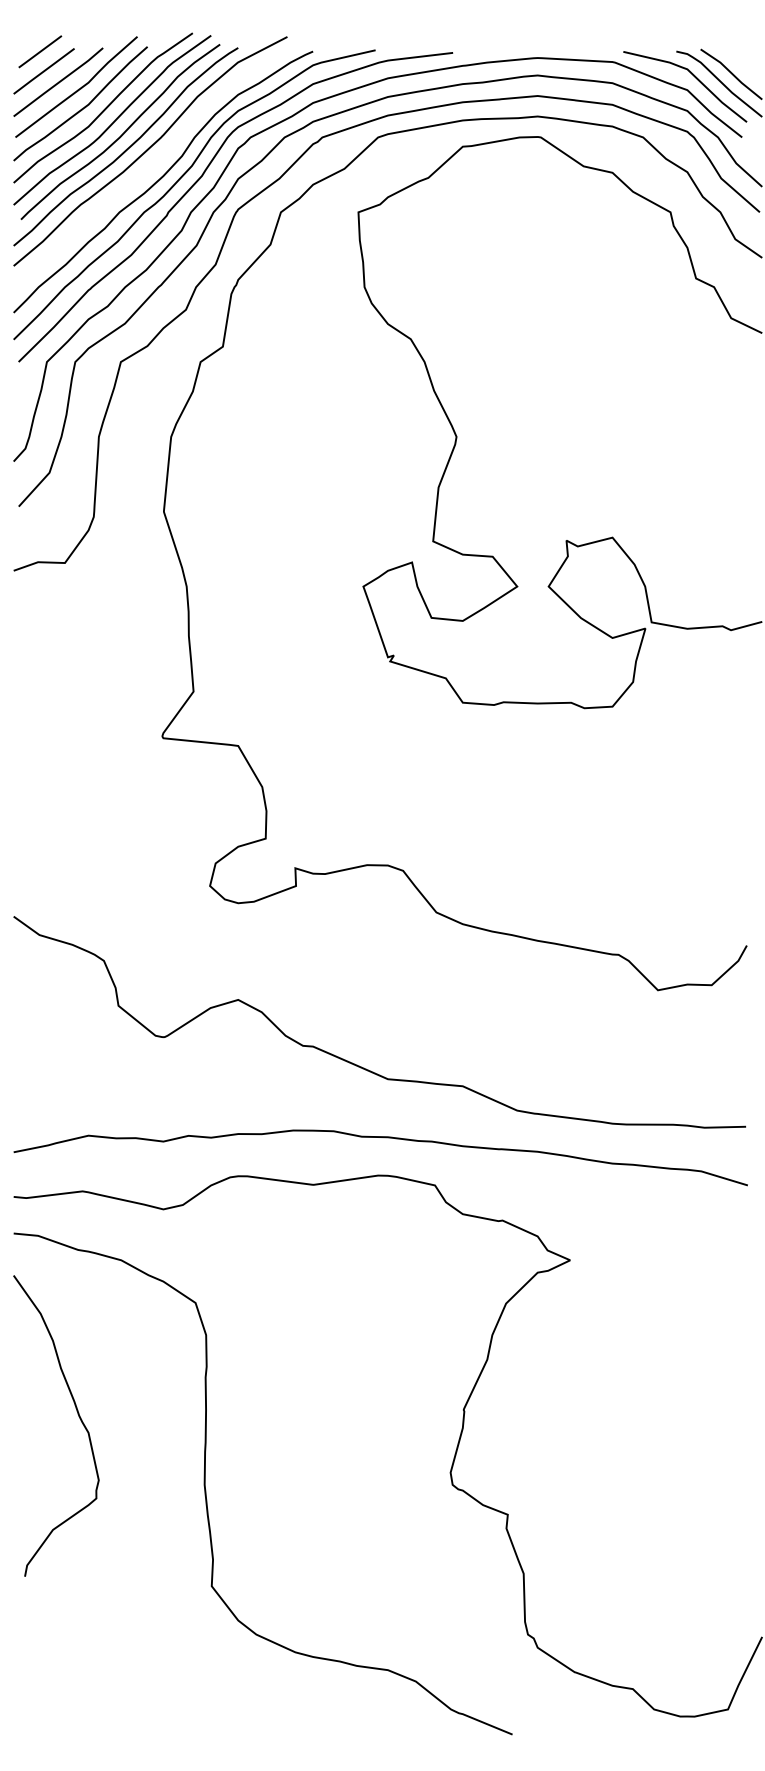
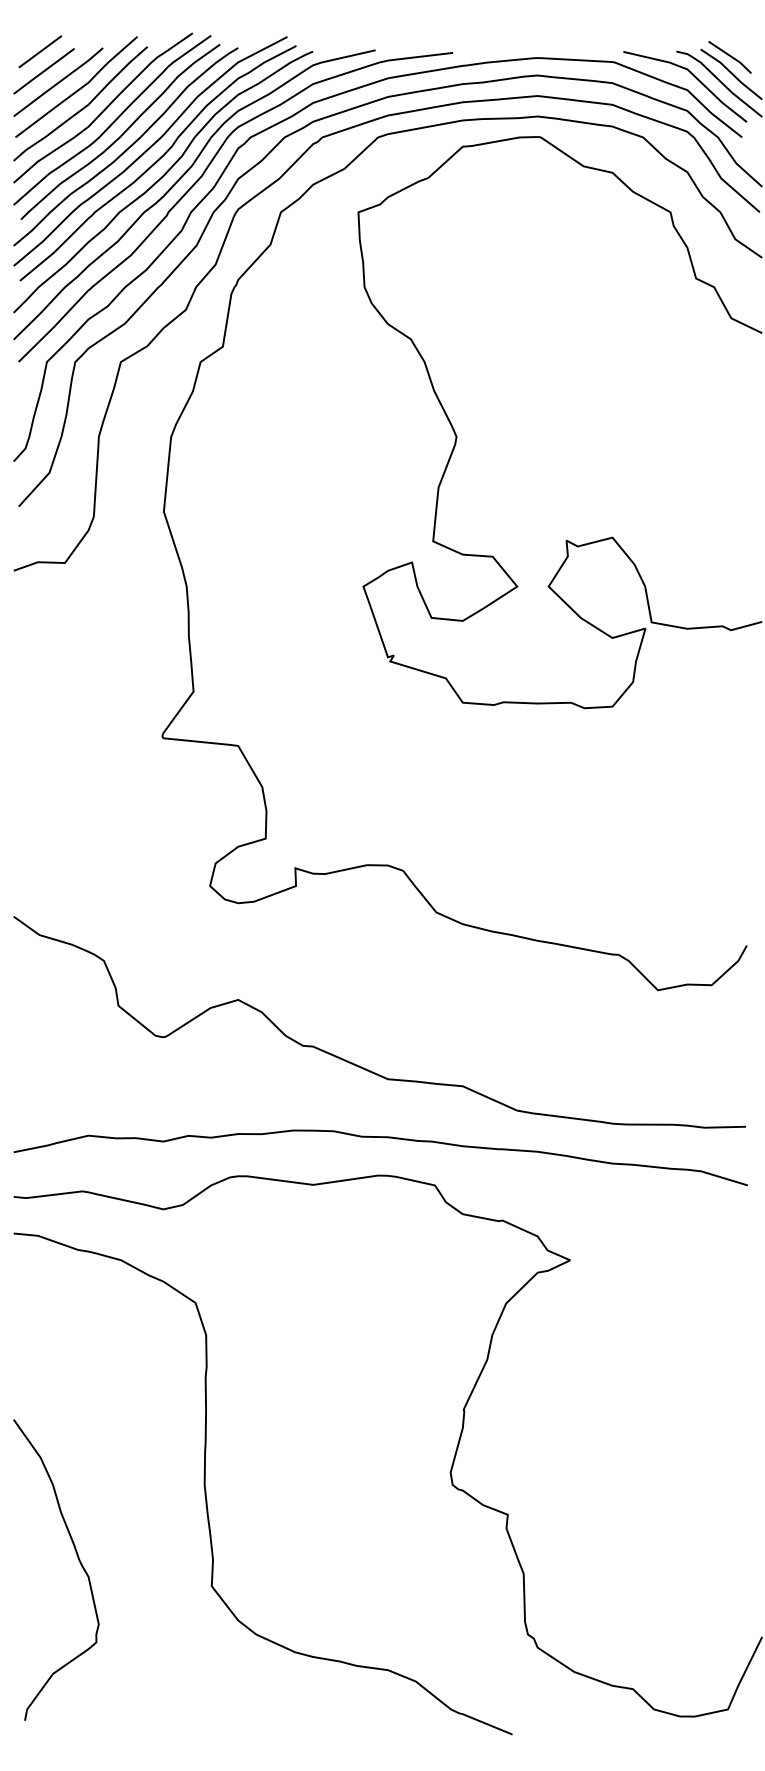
line at (729, 56): none -> present
curve at (157, 162): none -> present
curve at (77, 1414) position: (77, 1414) -> (77, 1558)
